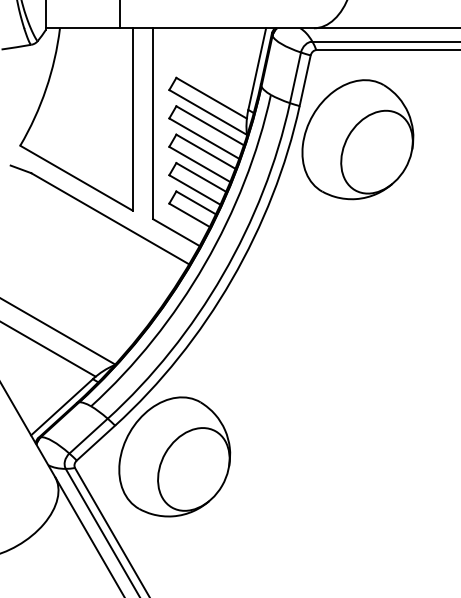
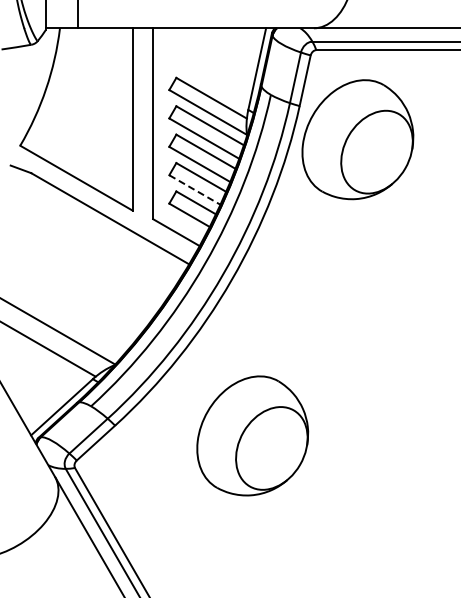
line at (119, 15) position: (119, 15) -> (77, 15)
line at (194, 190): solid -> dashed
part at (174, 456) position: (174, 456) -> (252, 435)
